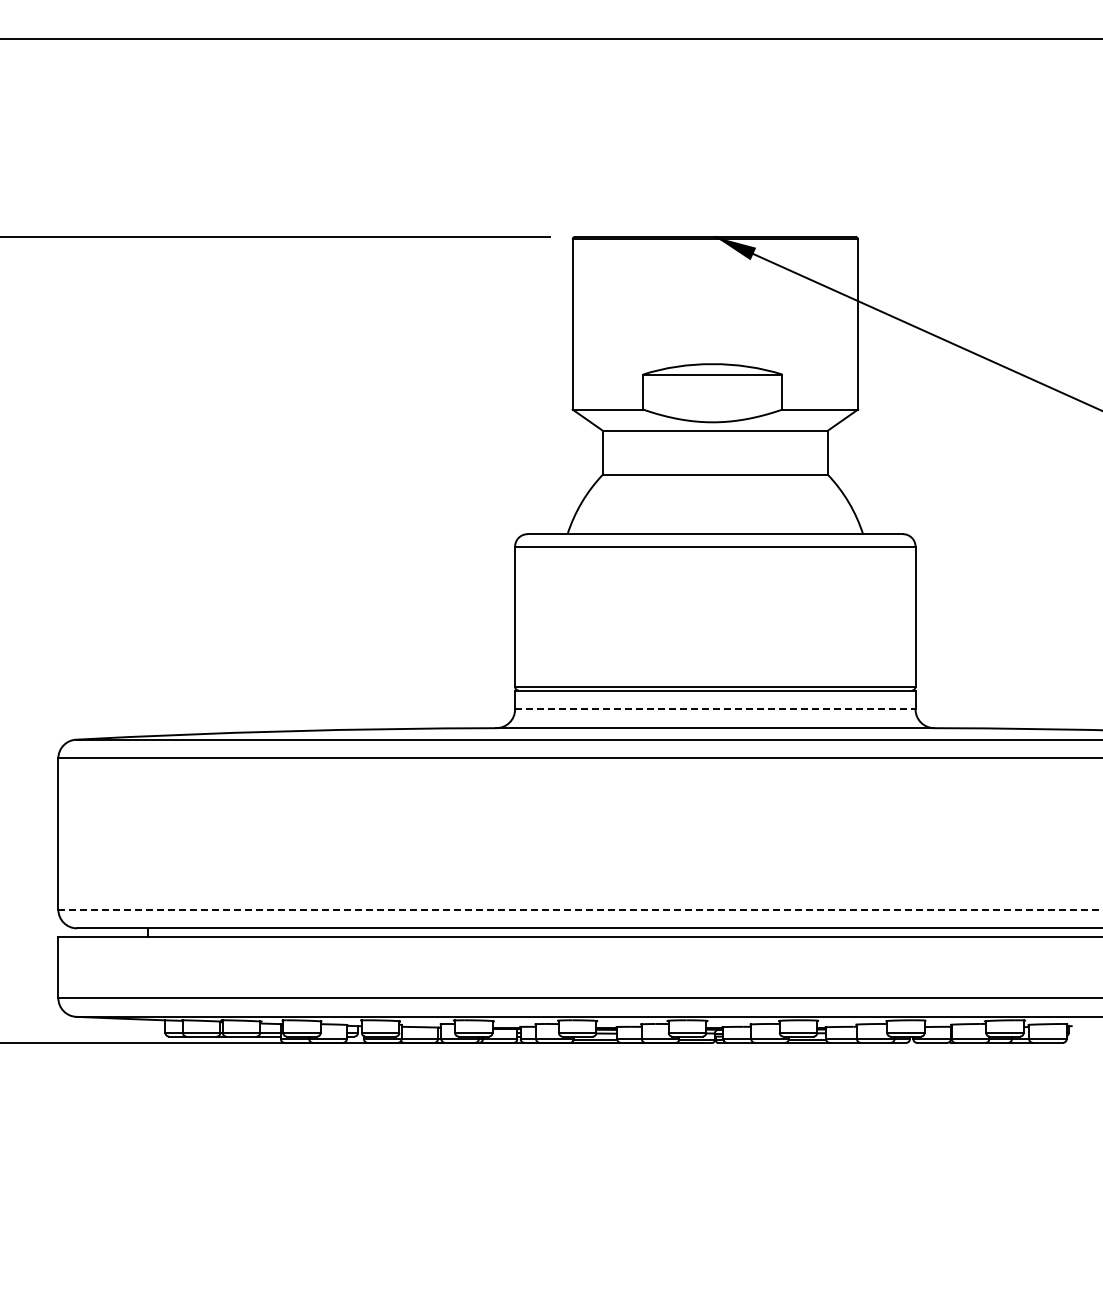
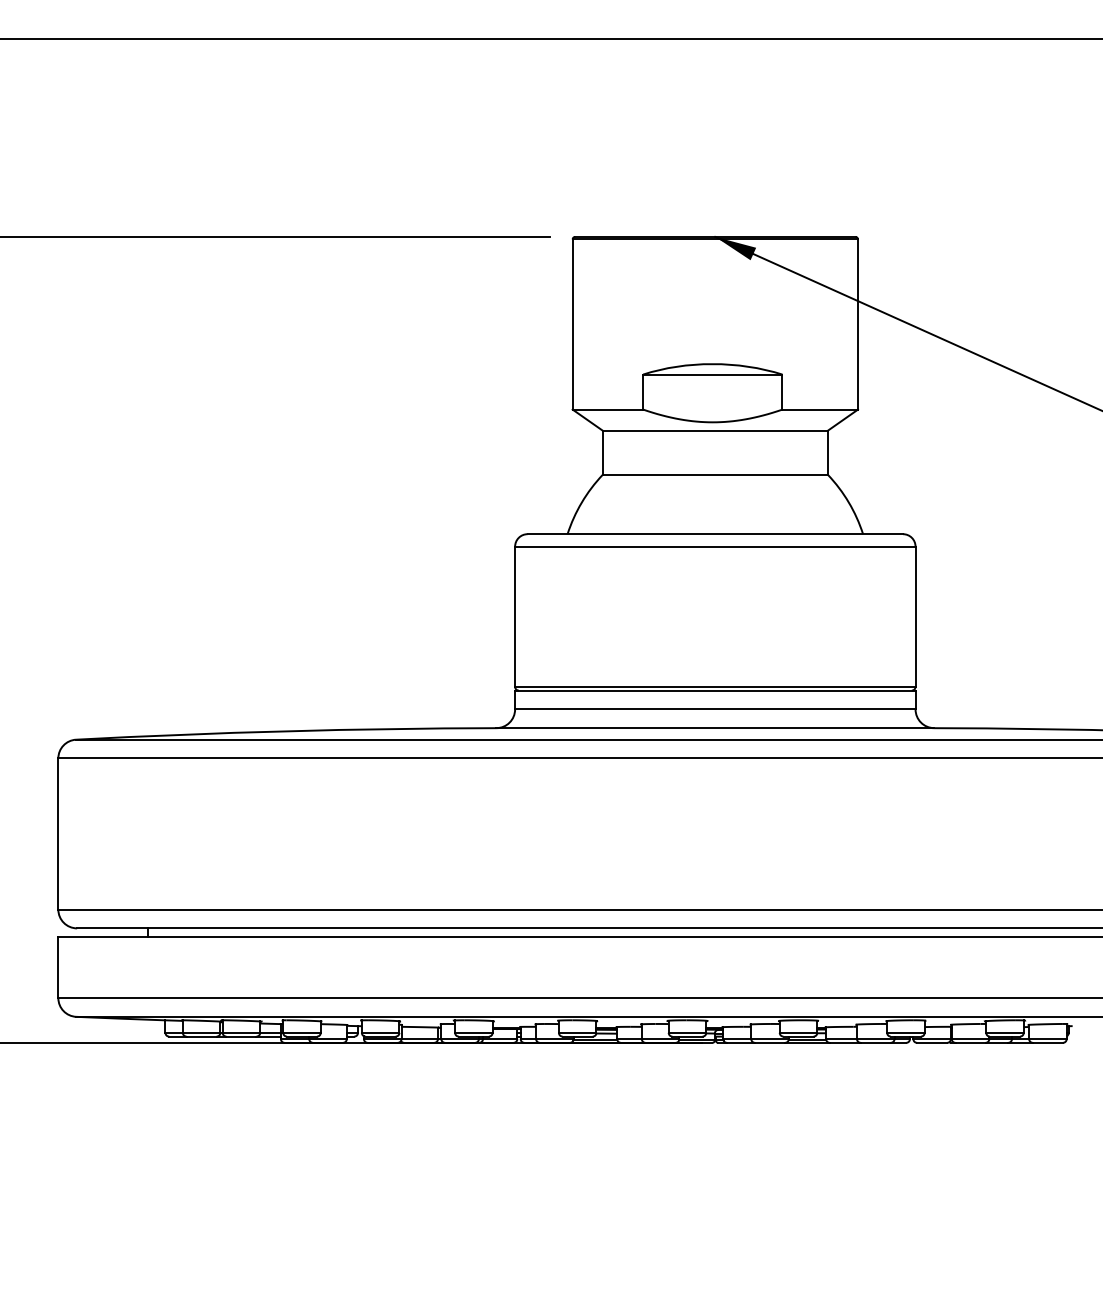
line at (715, 709): dashed -> solid
line at (580, 909): dashed -> solid
